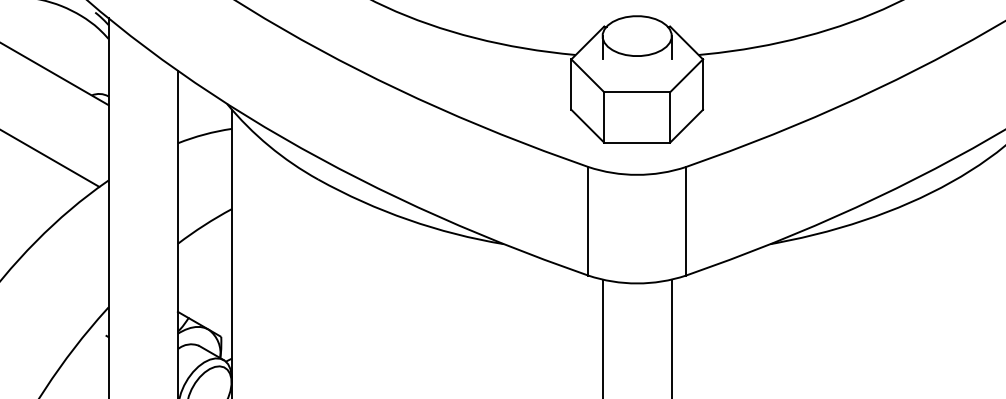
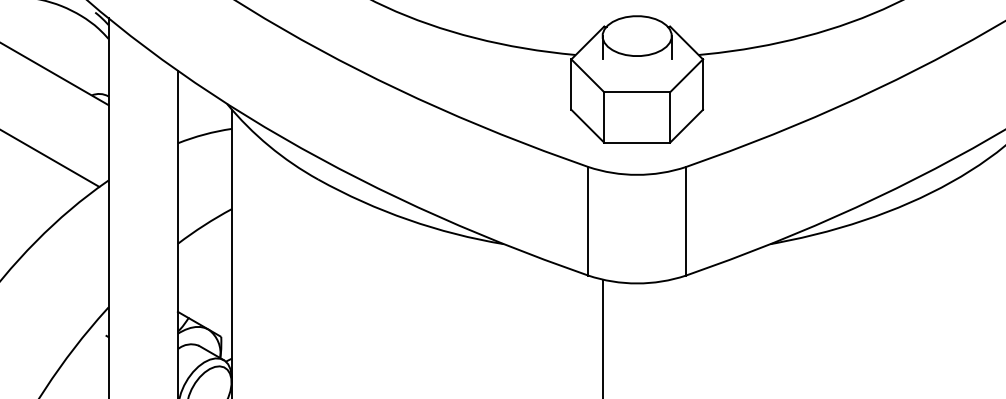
line at (671, 337): present -> none
